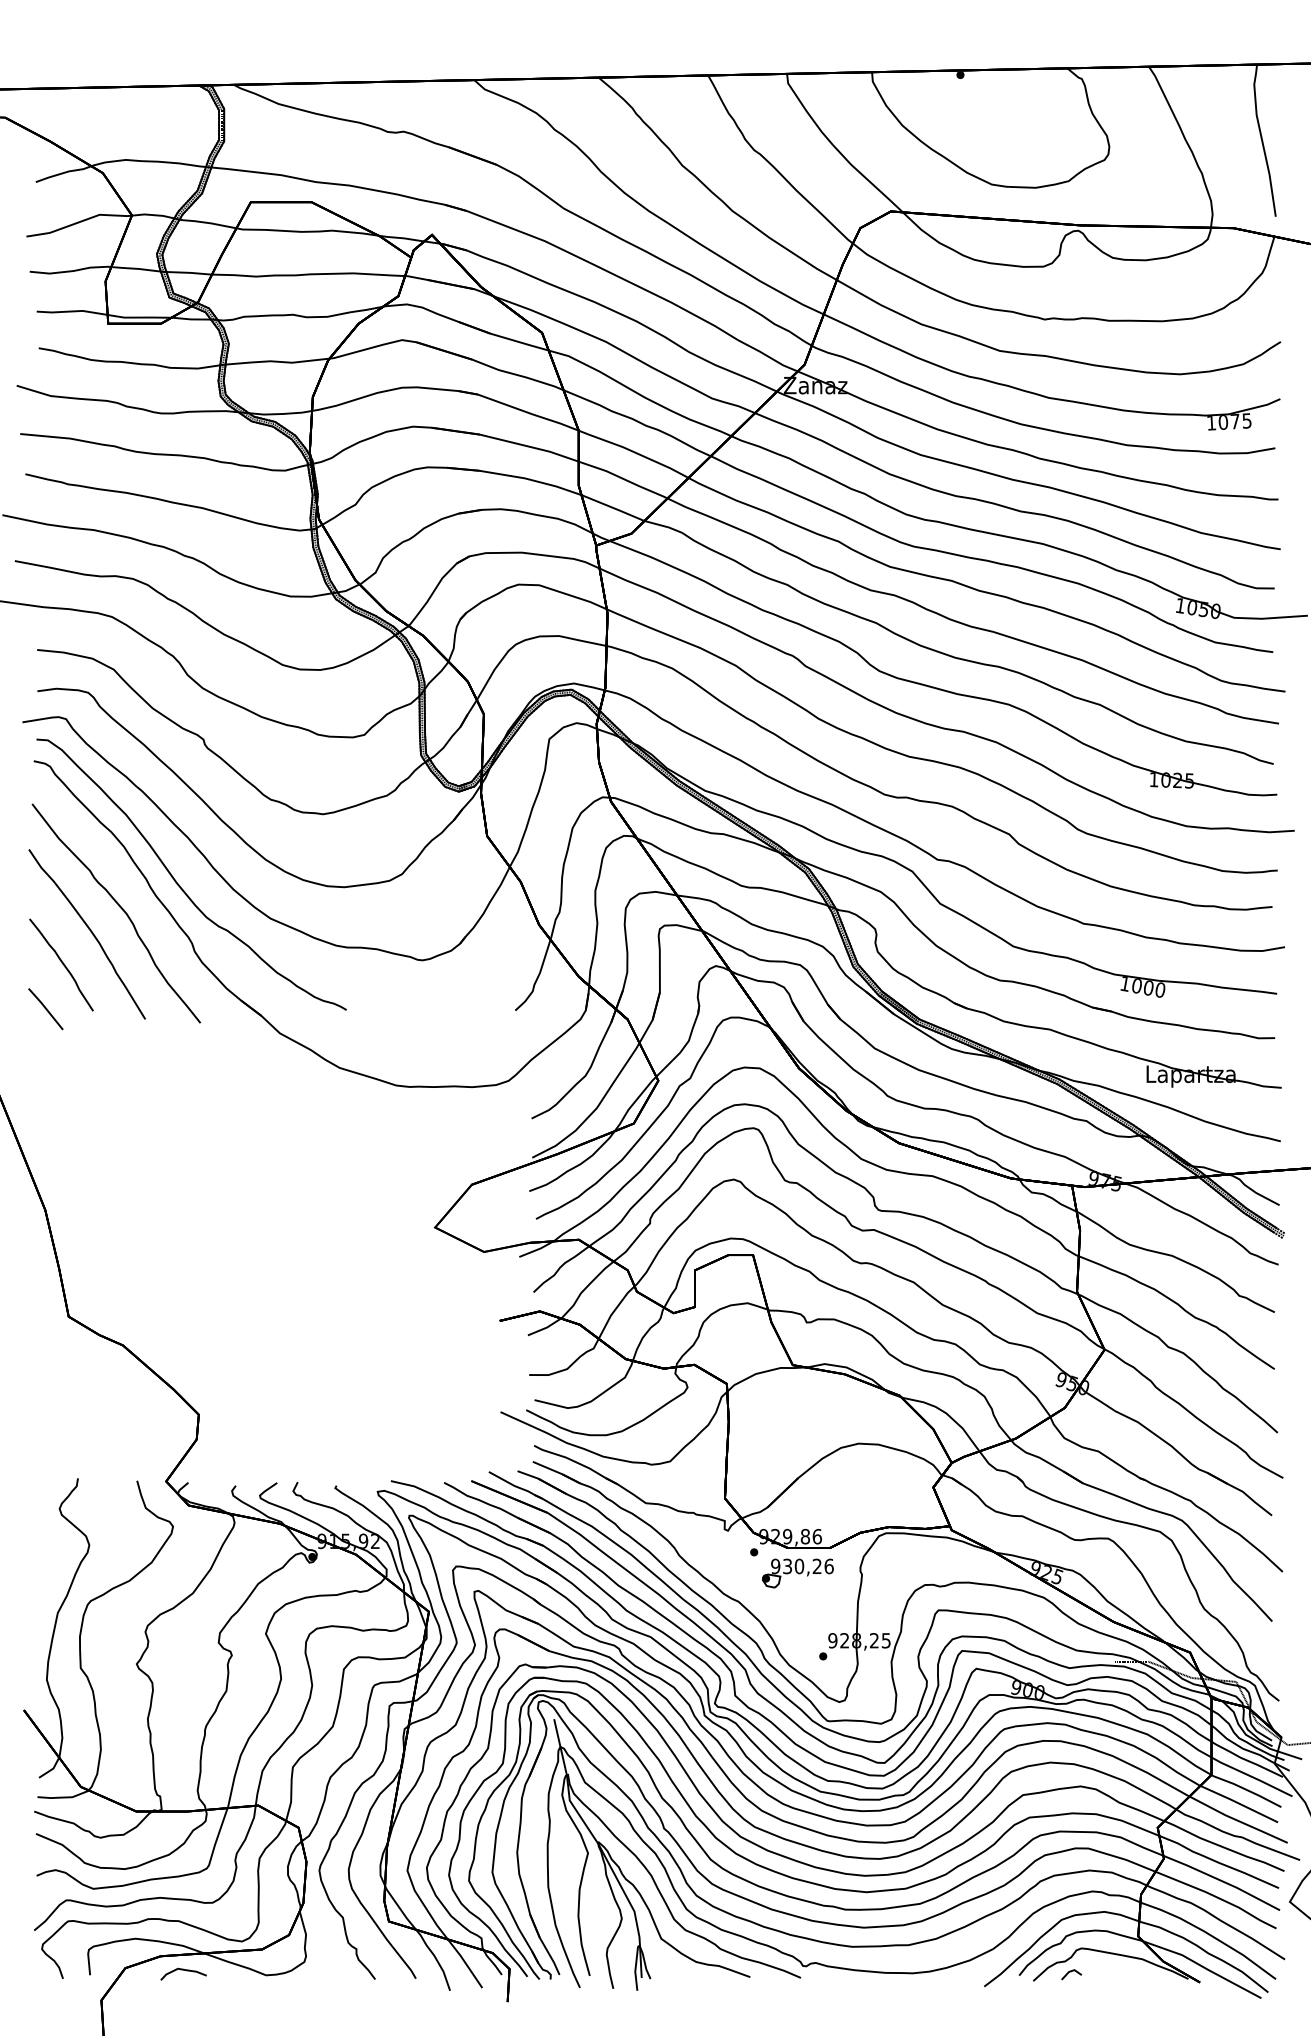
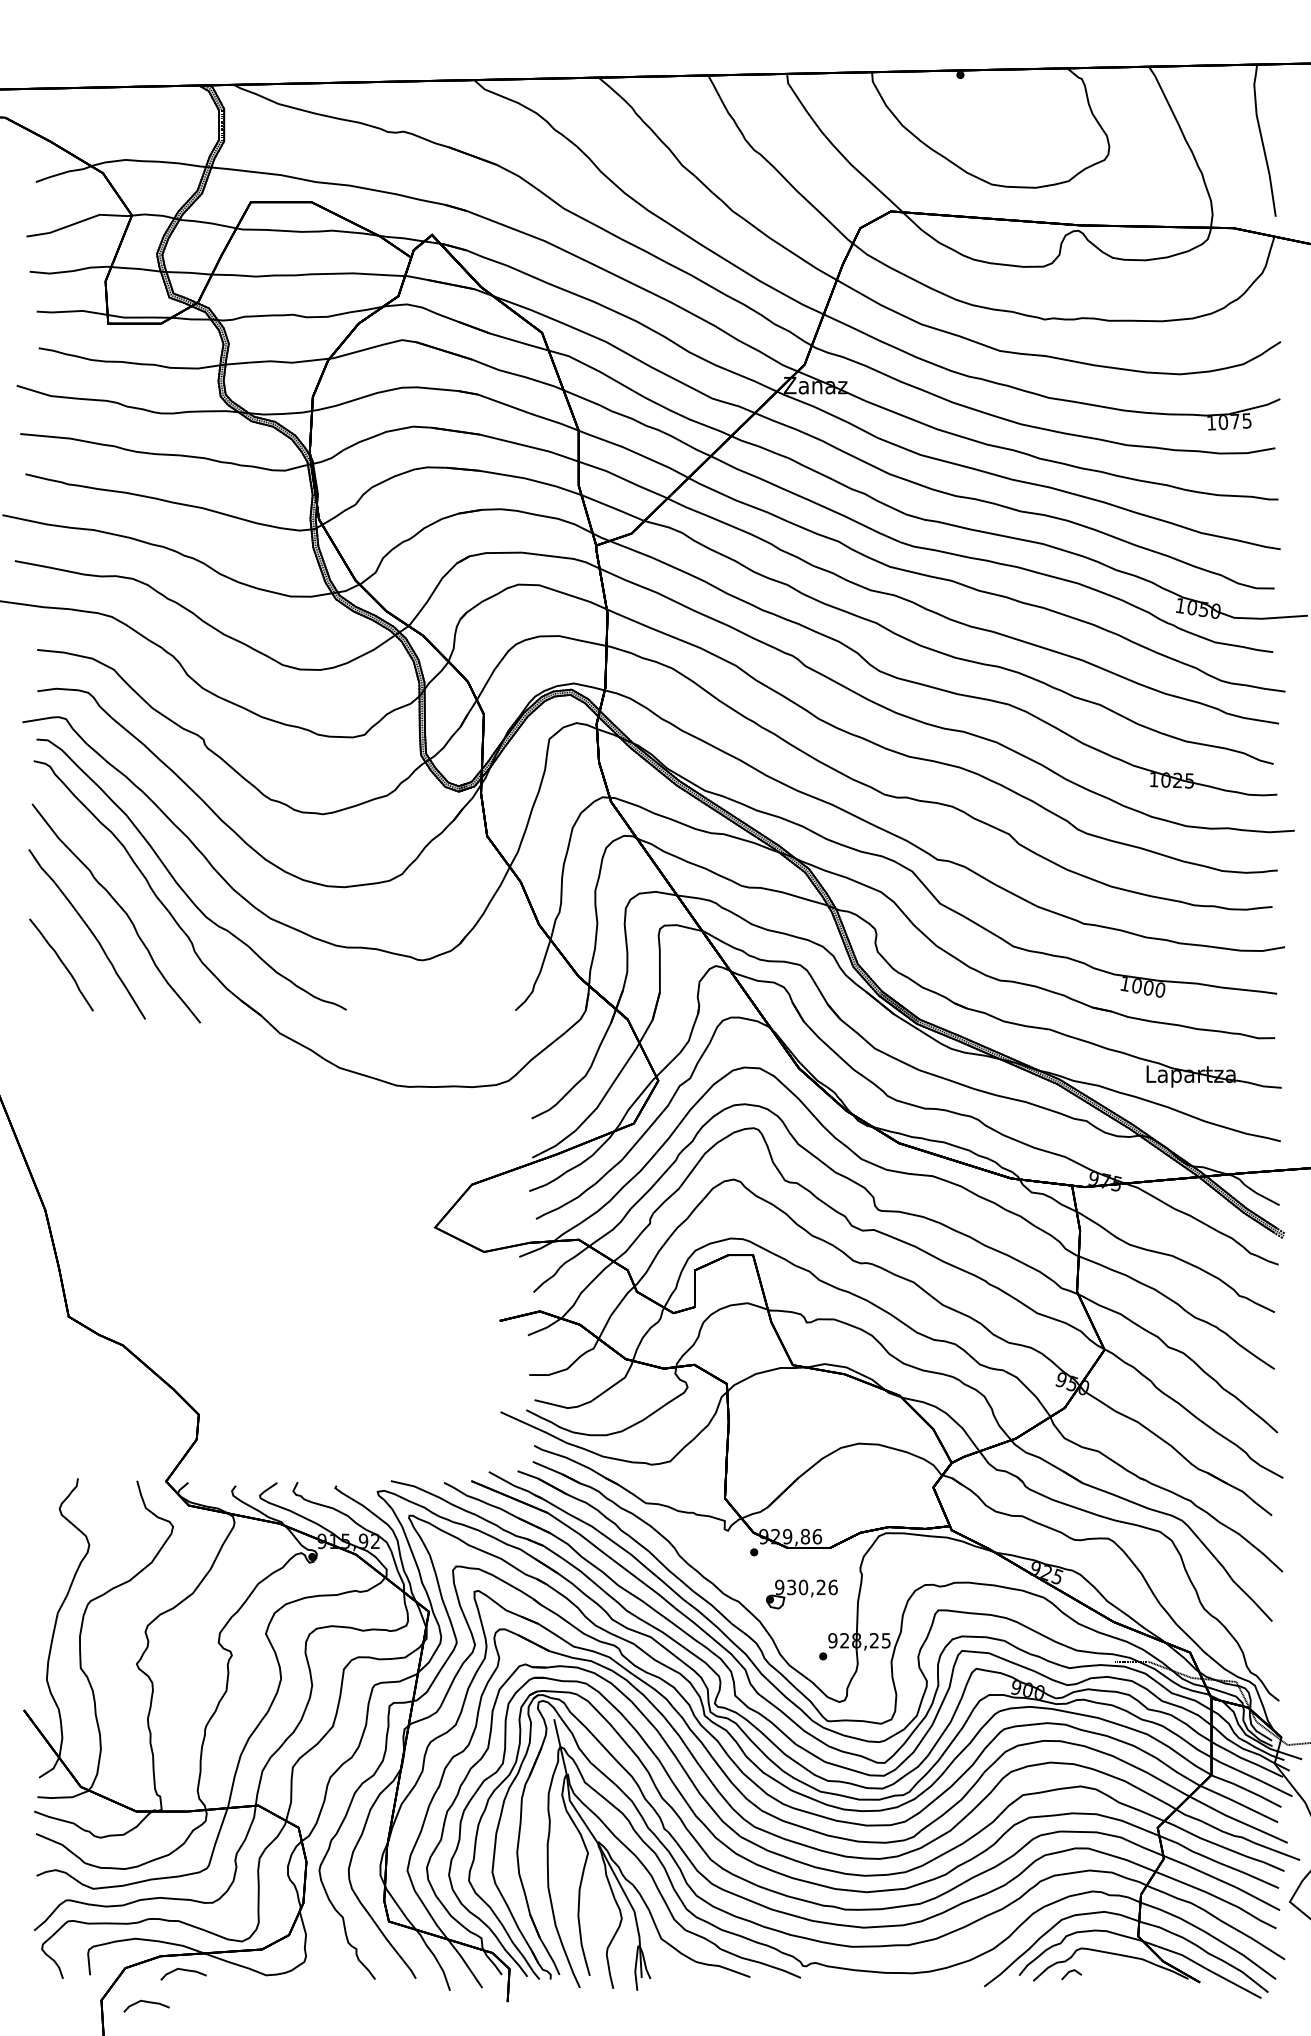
line at (45, 1009): present -> none
part at (797, 1573) position: (797, 1573) -> (801, 1594)
curve at (146, 2002): none -> present
